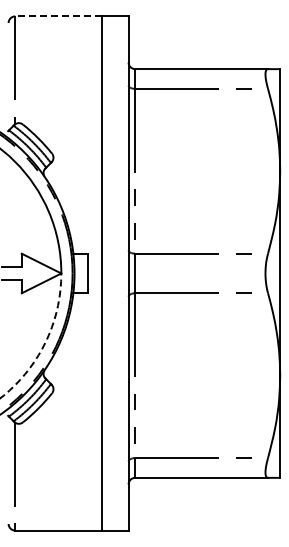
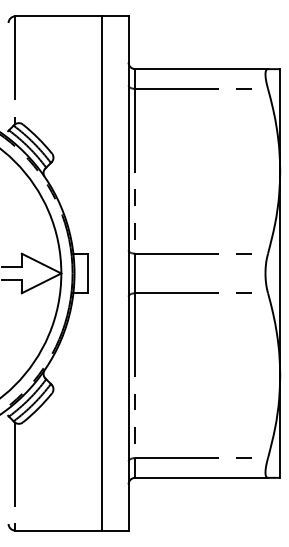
line at (58, 16): dashed -> solid
arc at (45, 342): dashed -> solid
